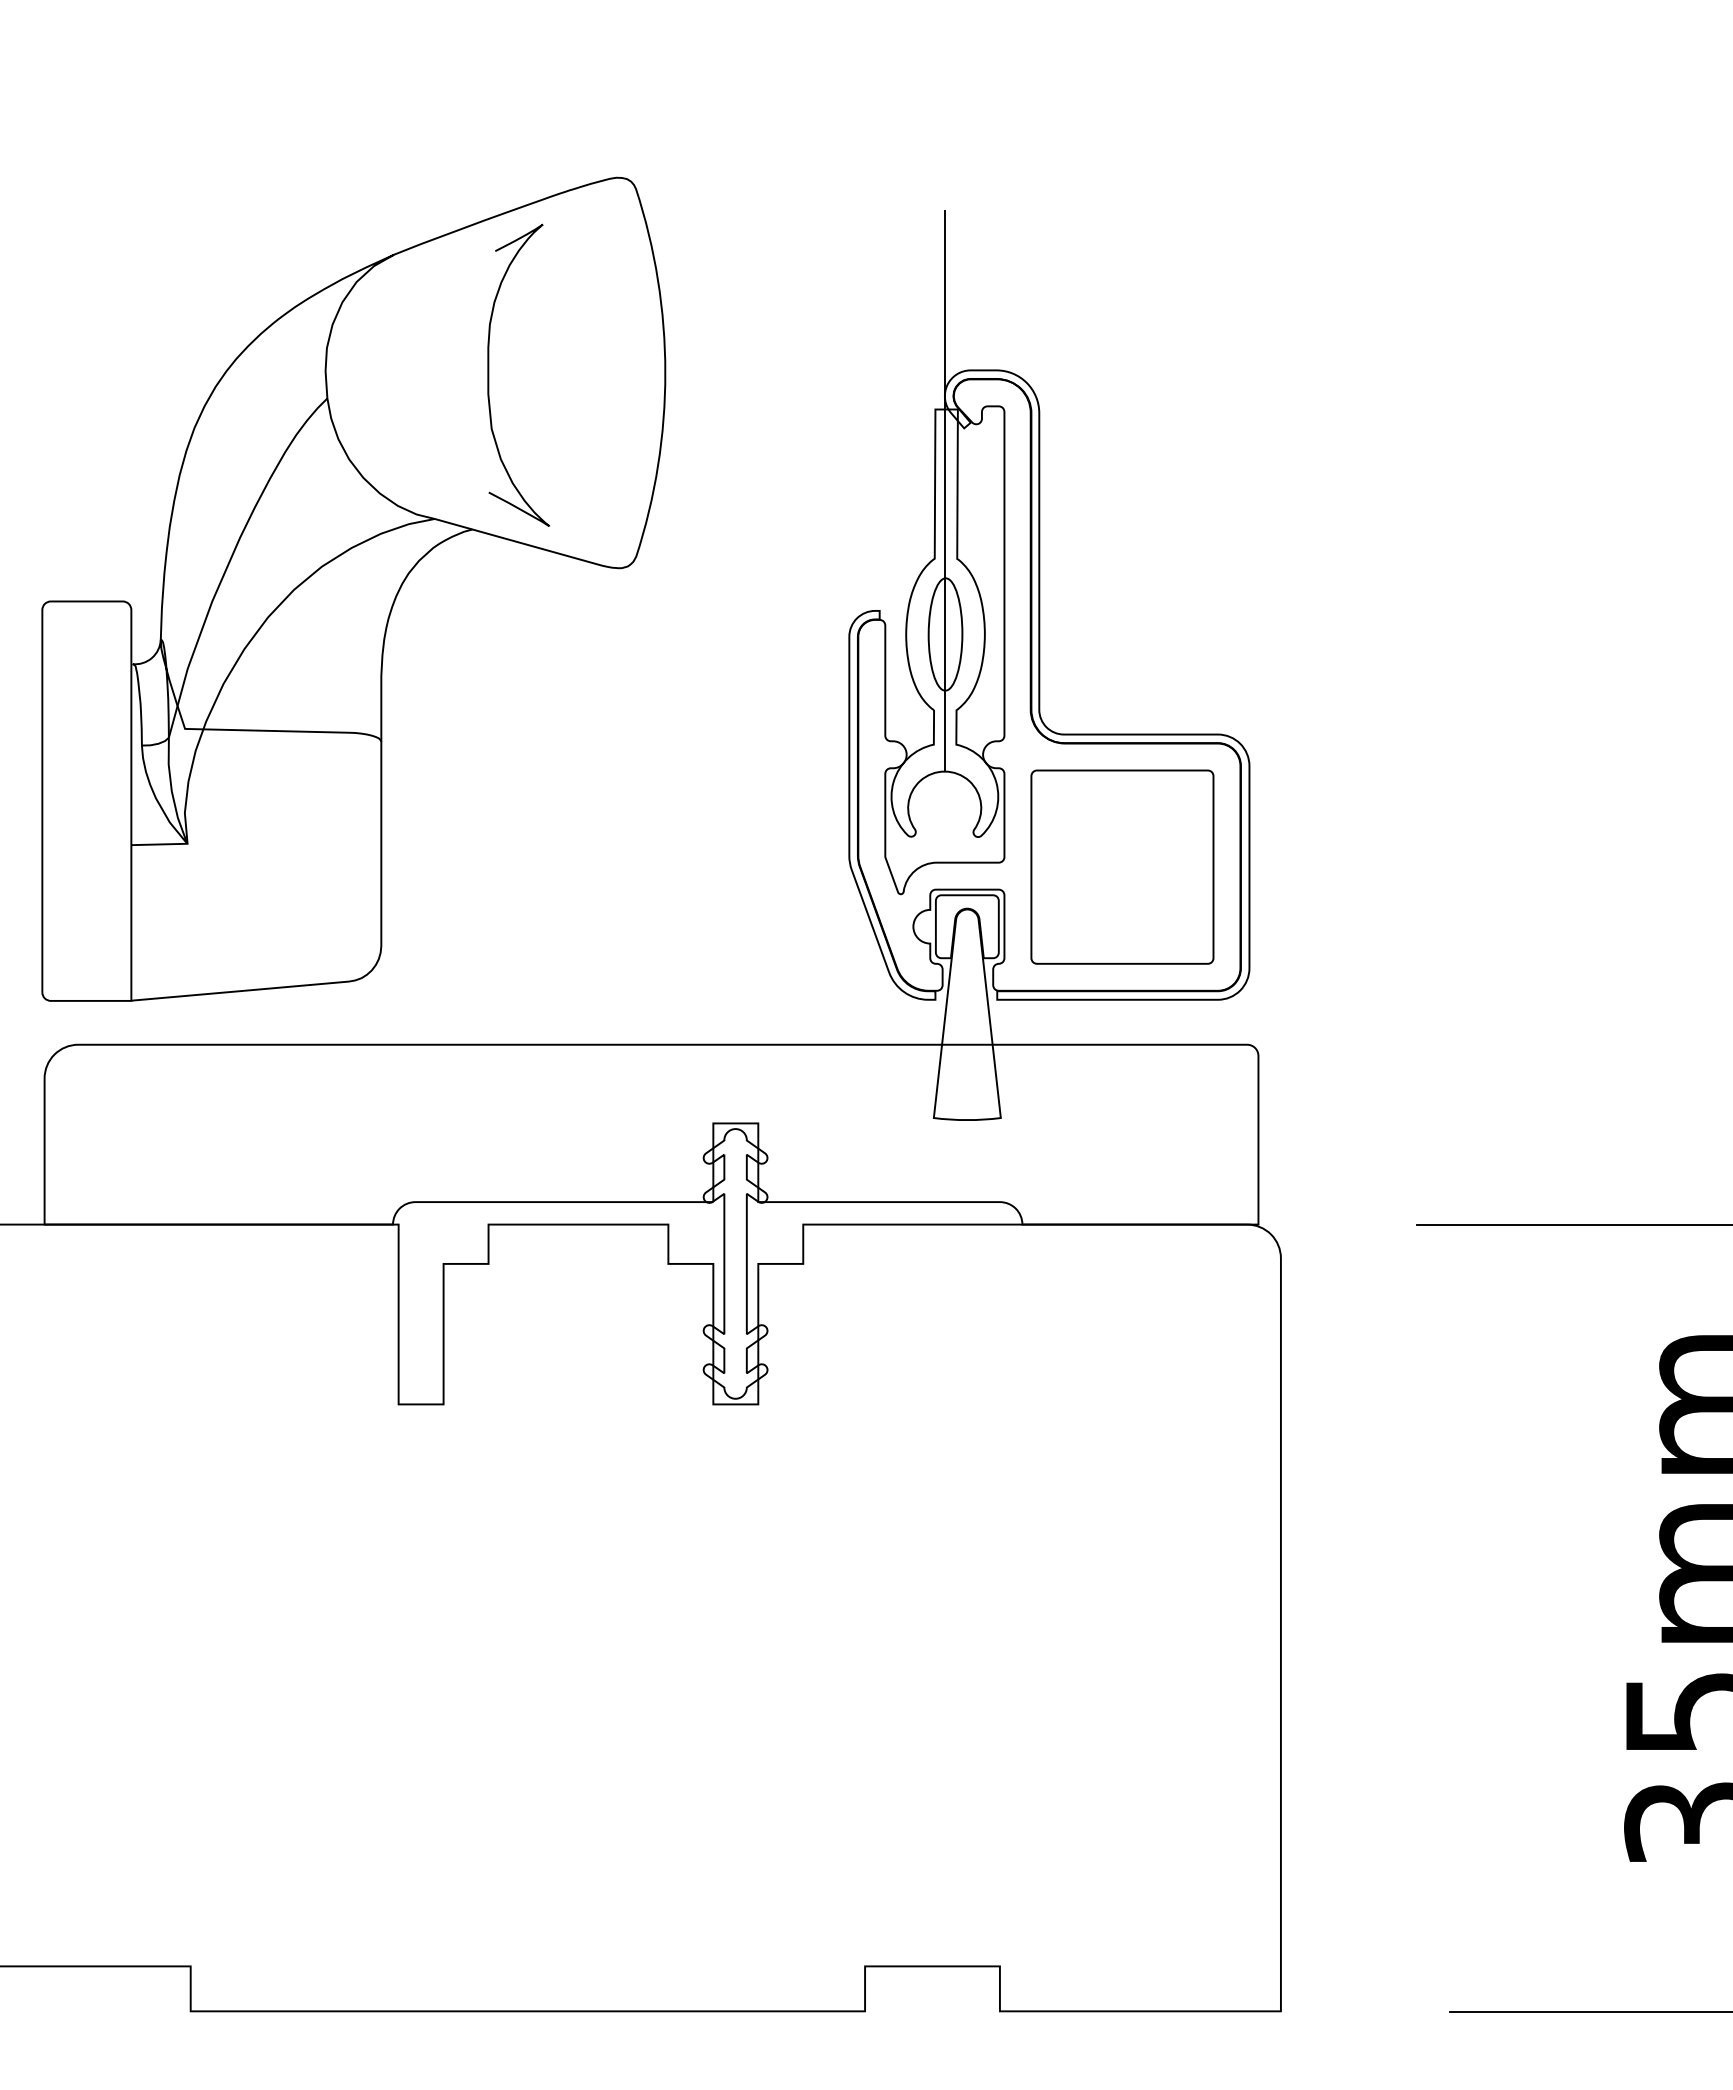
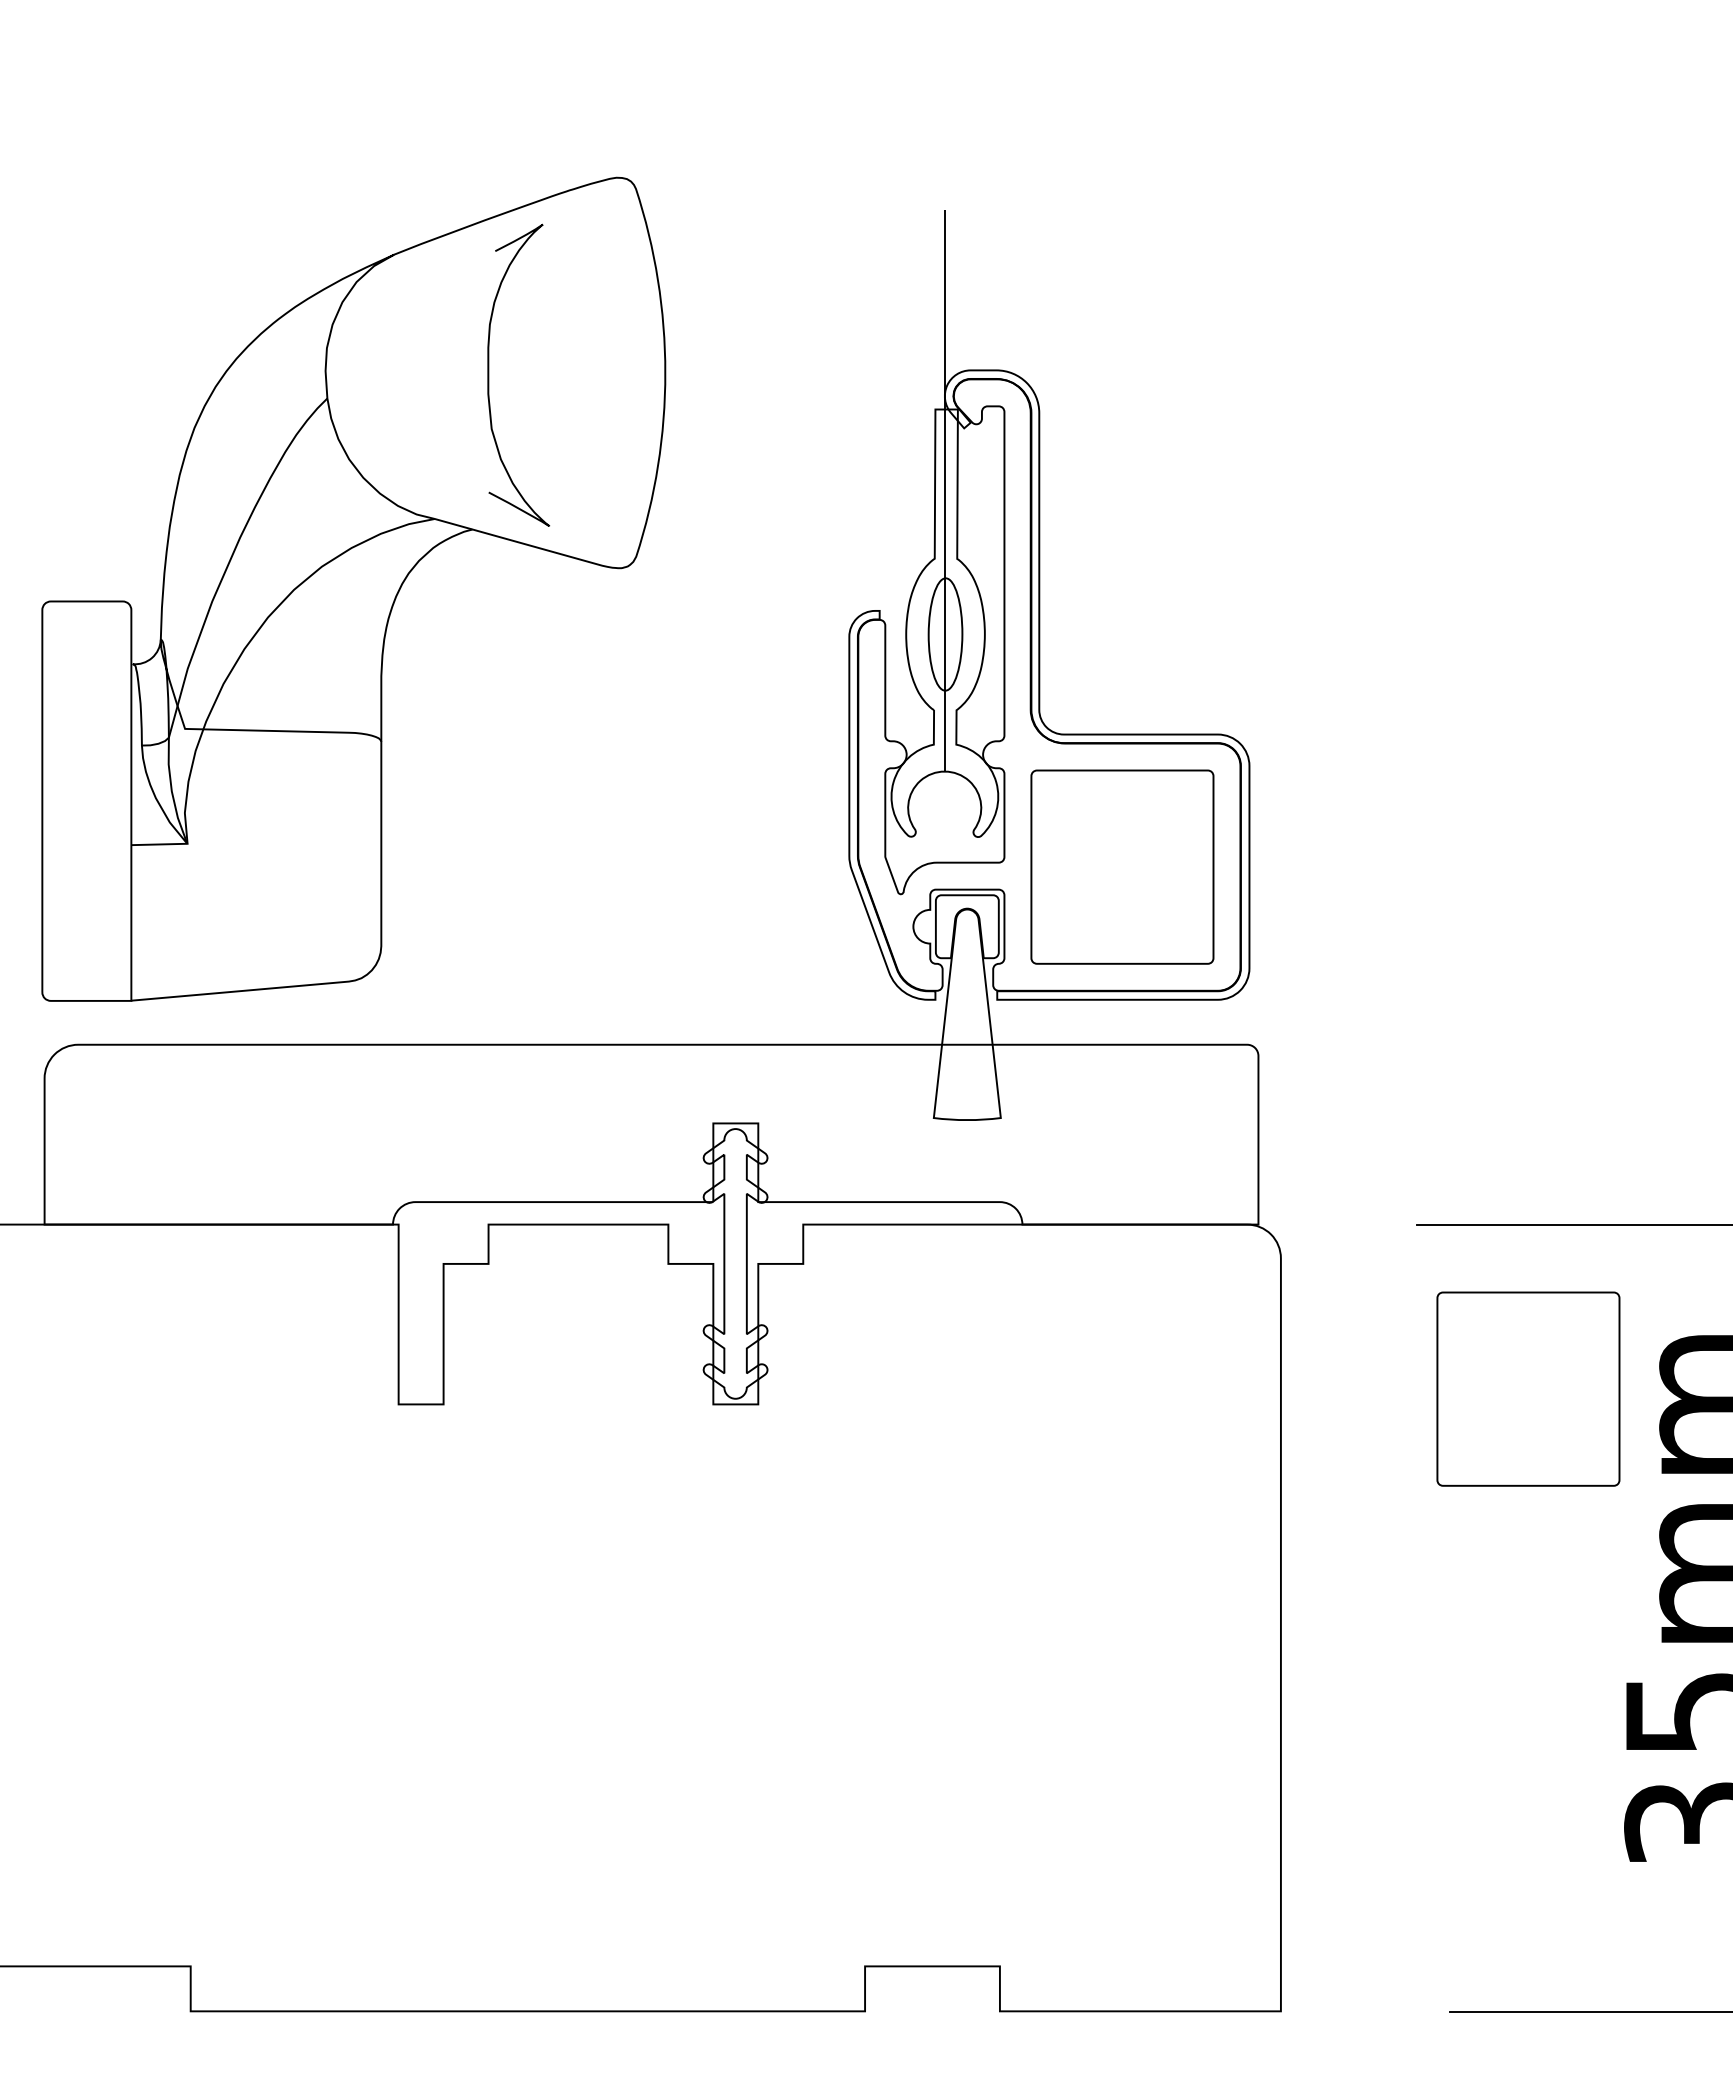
part at (1528, 1388): none -> present
